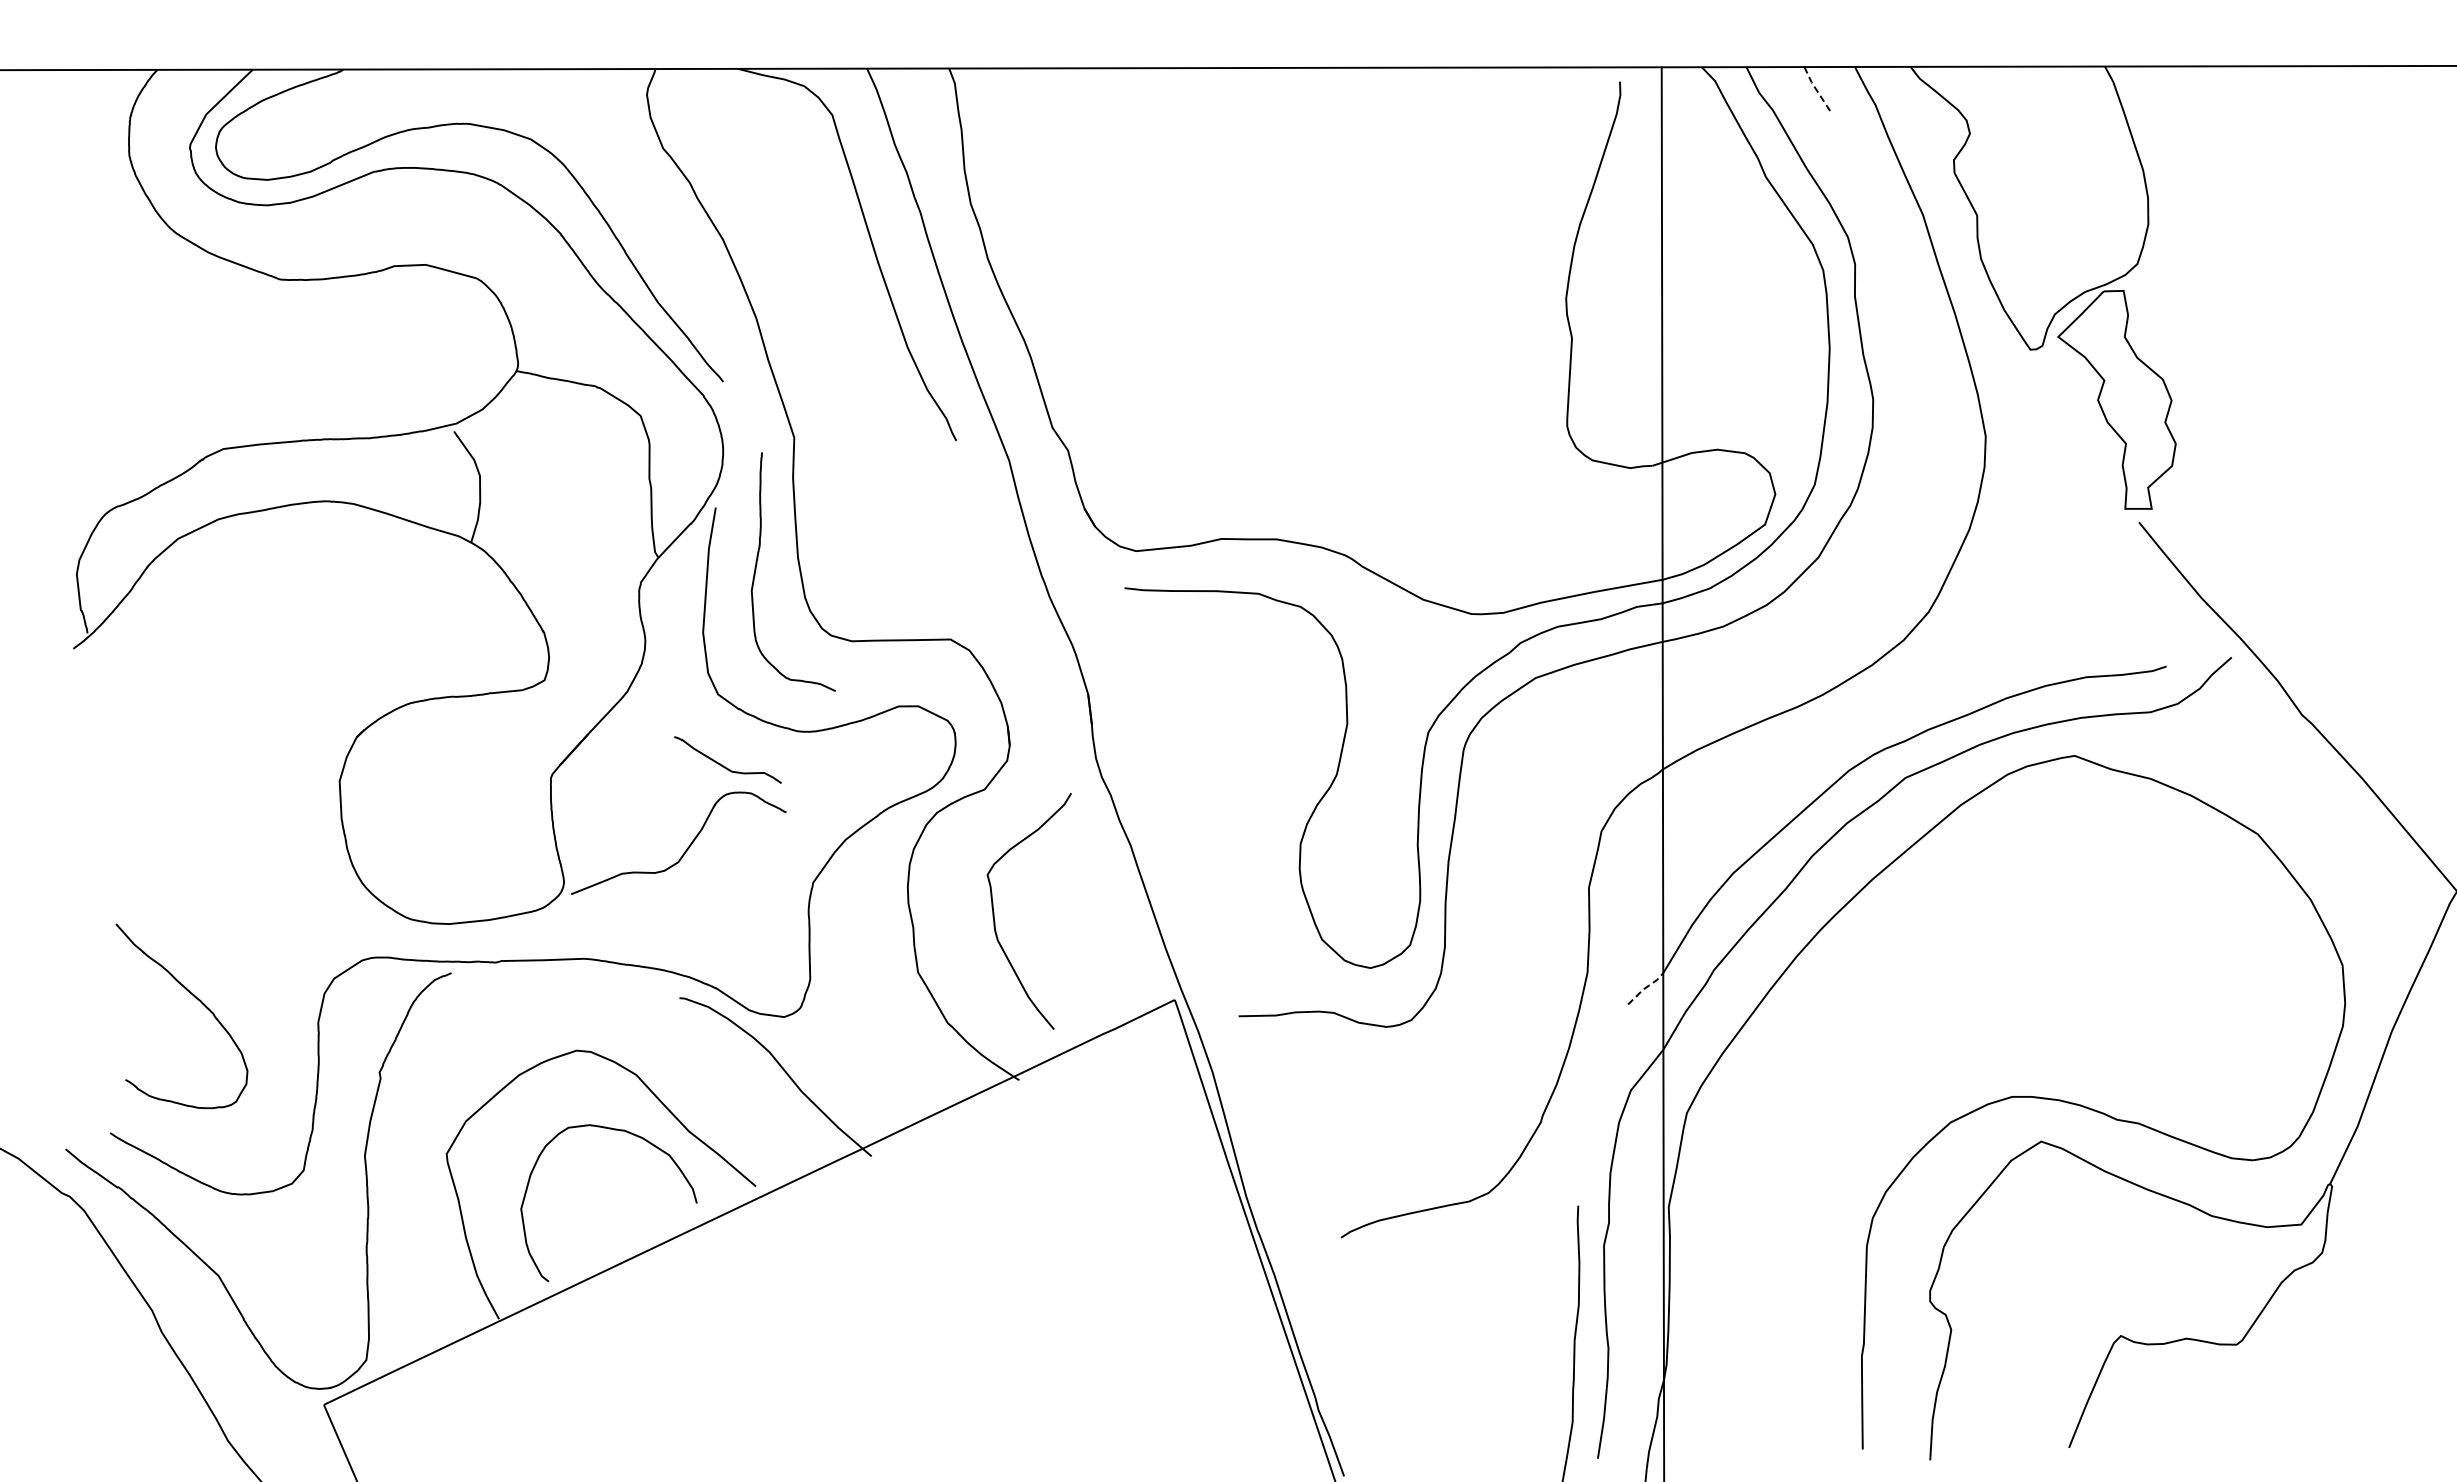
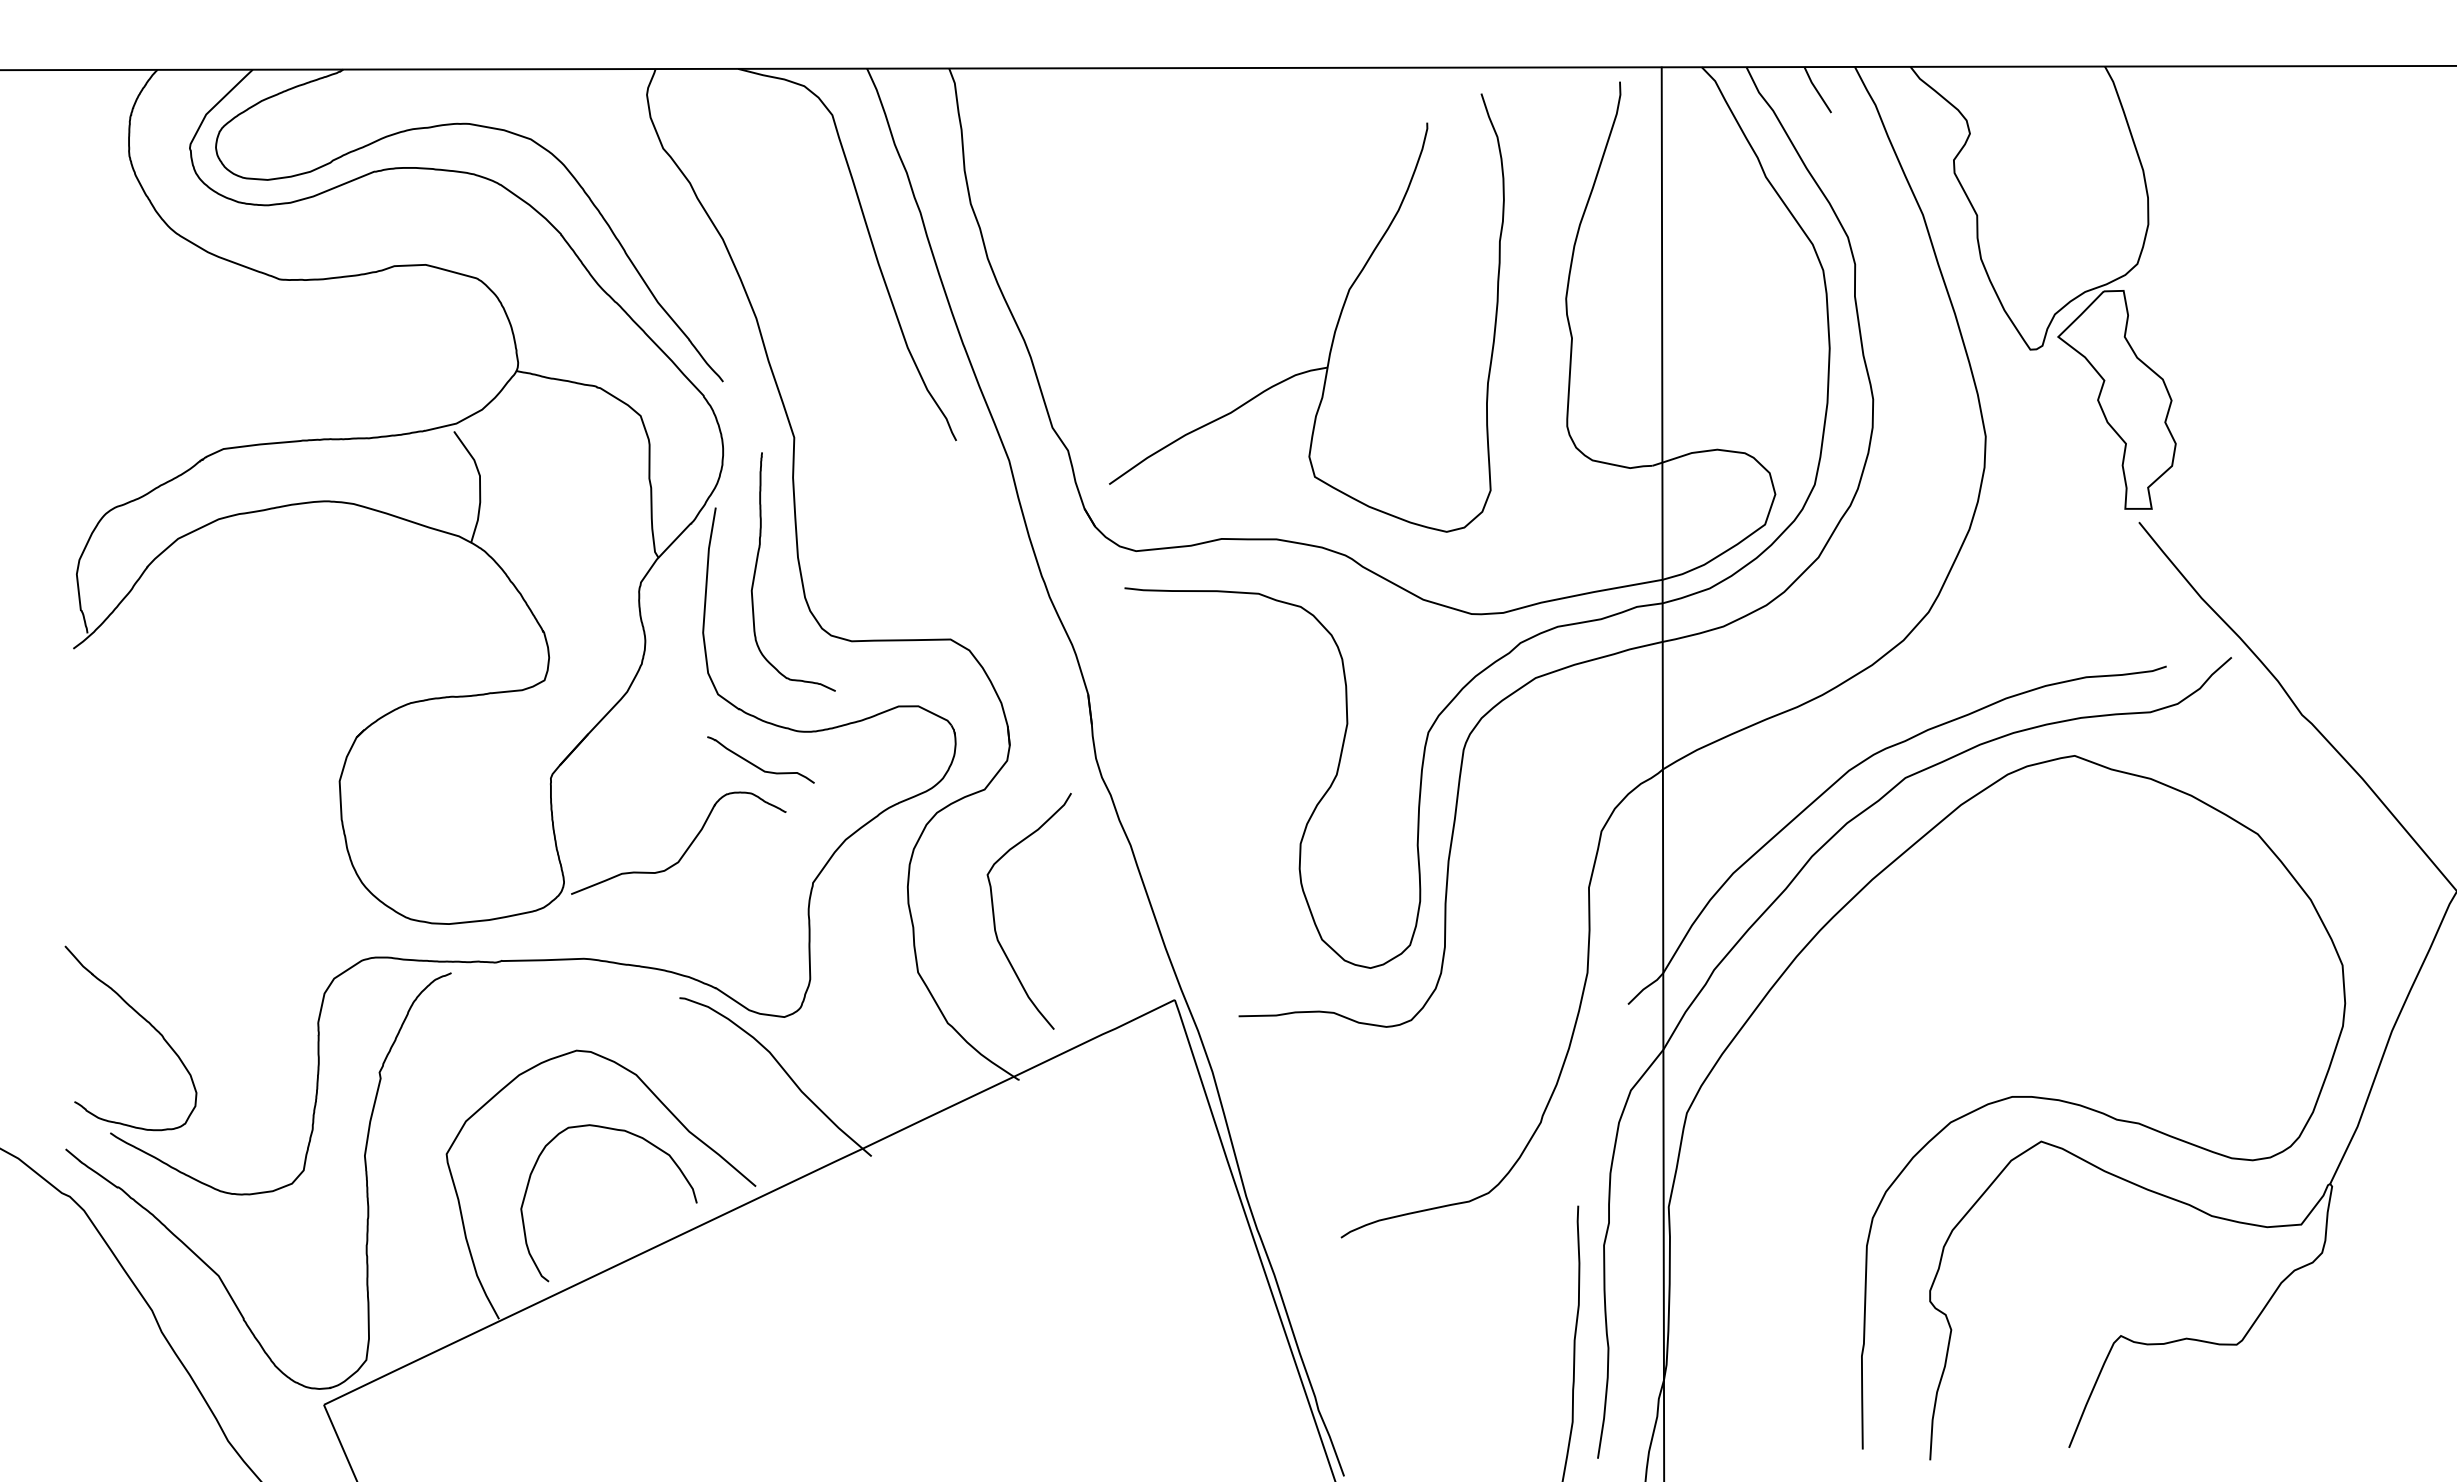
line at (1816, 89): dashed -> solid
part at (1336, 323): none -> present
curve at (722, 764) position: (722, 764) -> (755, 764)
line at (1645, 987): dashed -> solid
curve at (196, 999) position: (196, 999) -> (145, 1021)
